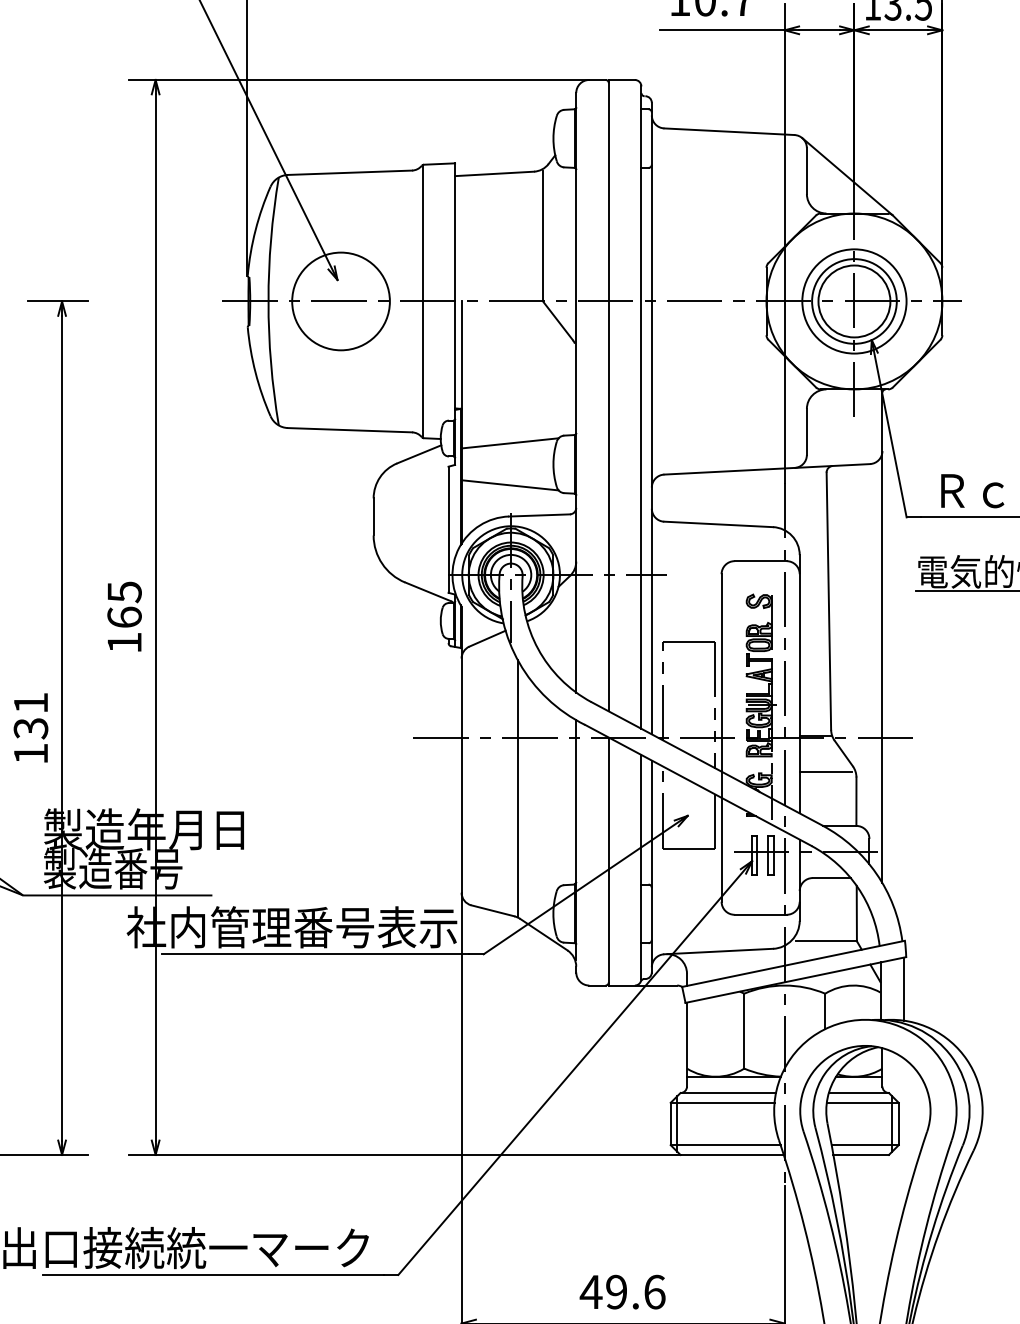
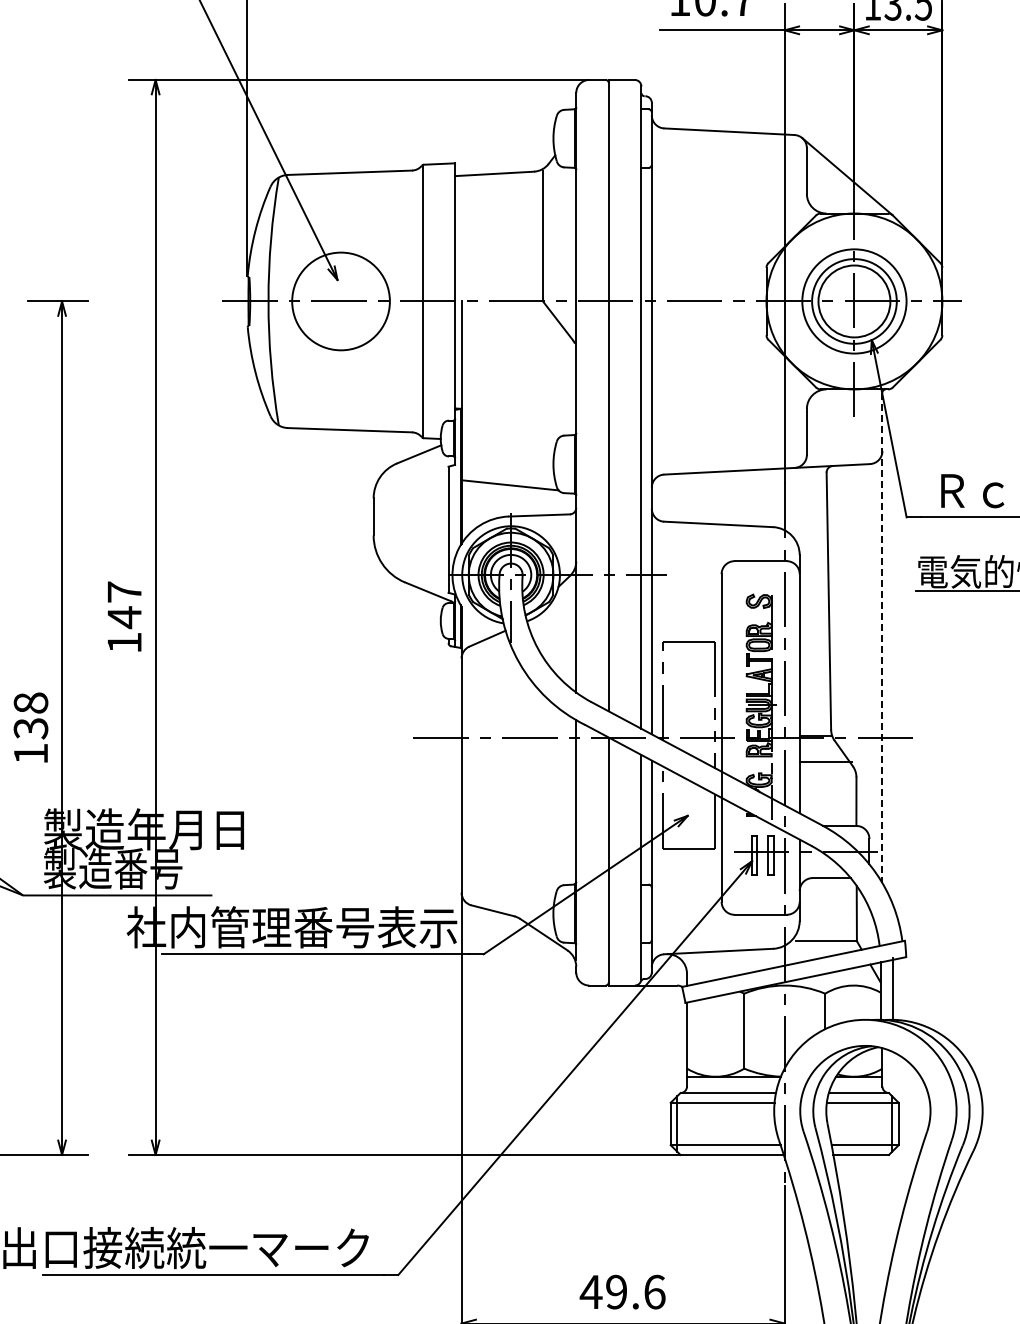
line at (509, 443): present -> none
text at (124, 605): 165 -> 147
line at (882, 638): solid -> dashed
text at (30, 702): 131 -> 138
line at (825, 771) position: (825, 771) -> (825, 761)
line at (517, 788): present -> none
line at (903, 988) position: (903, 988) -> (892, 988)
